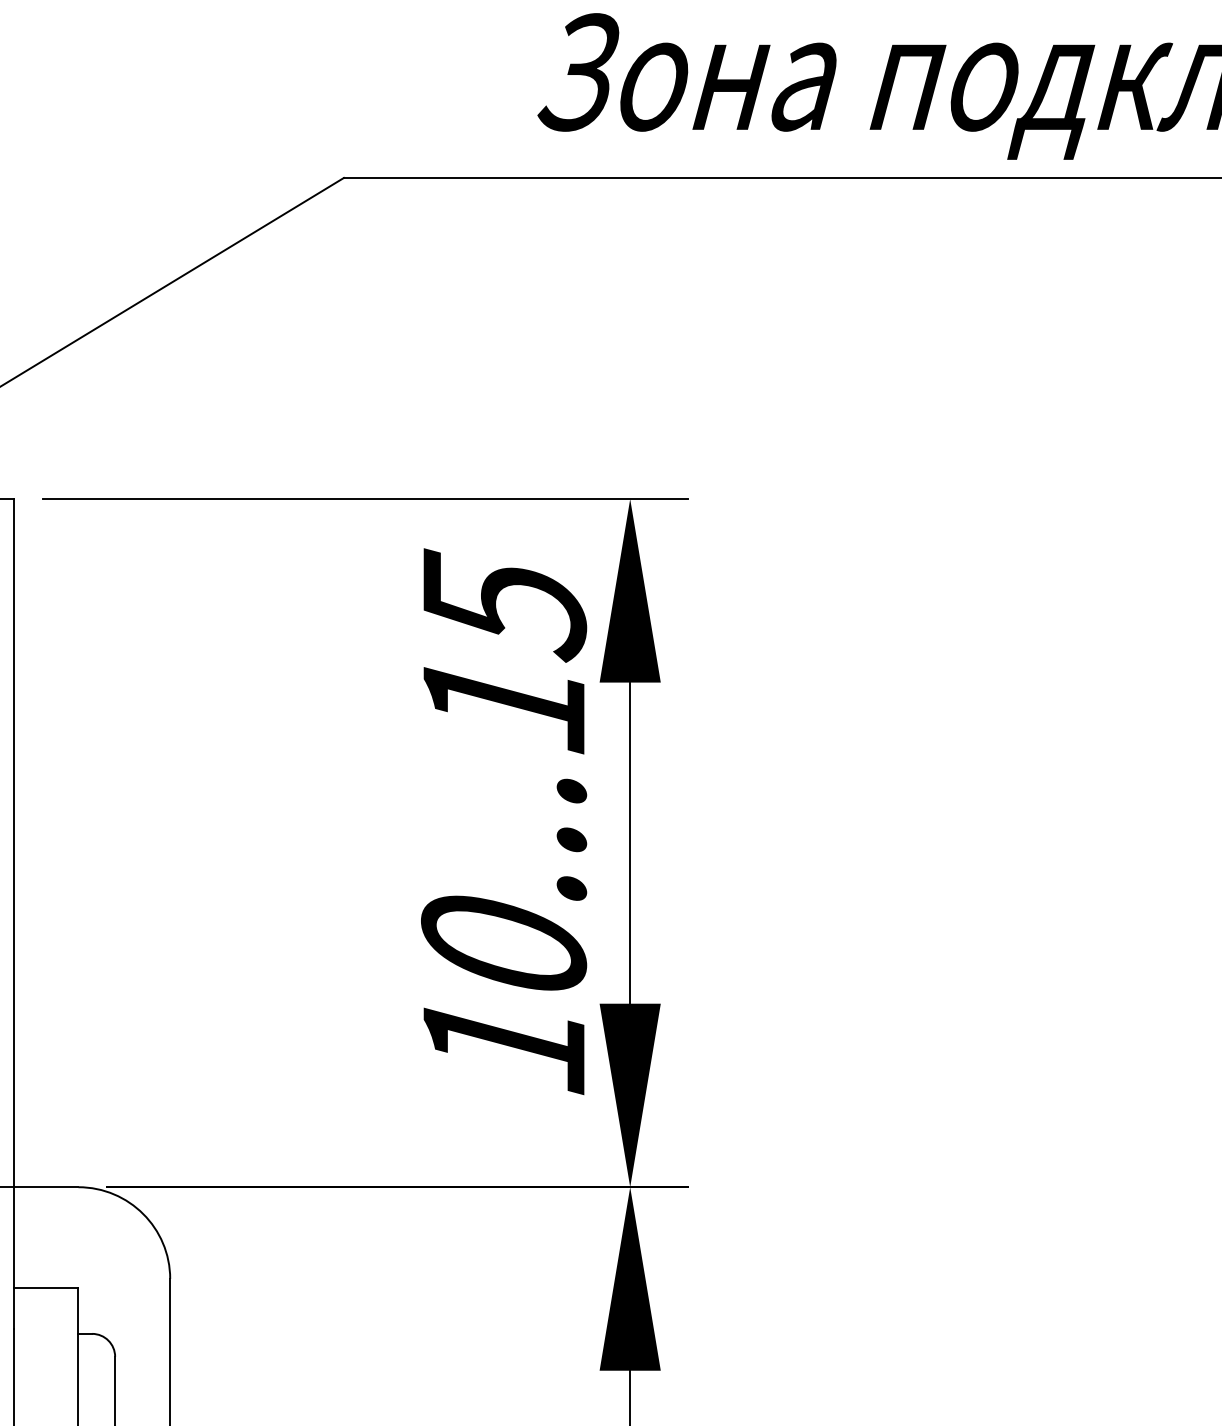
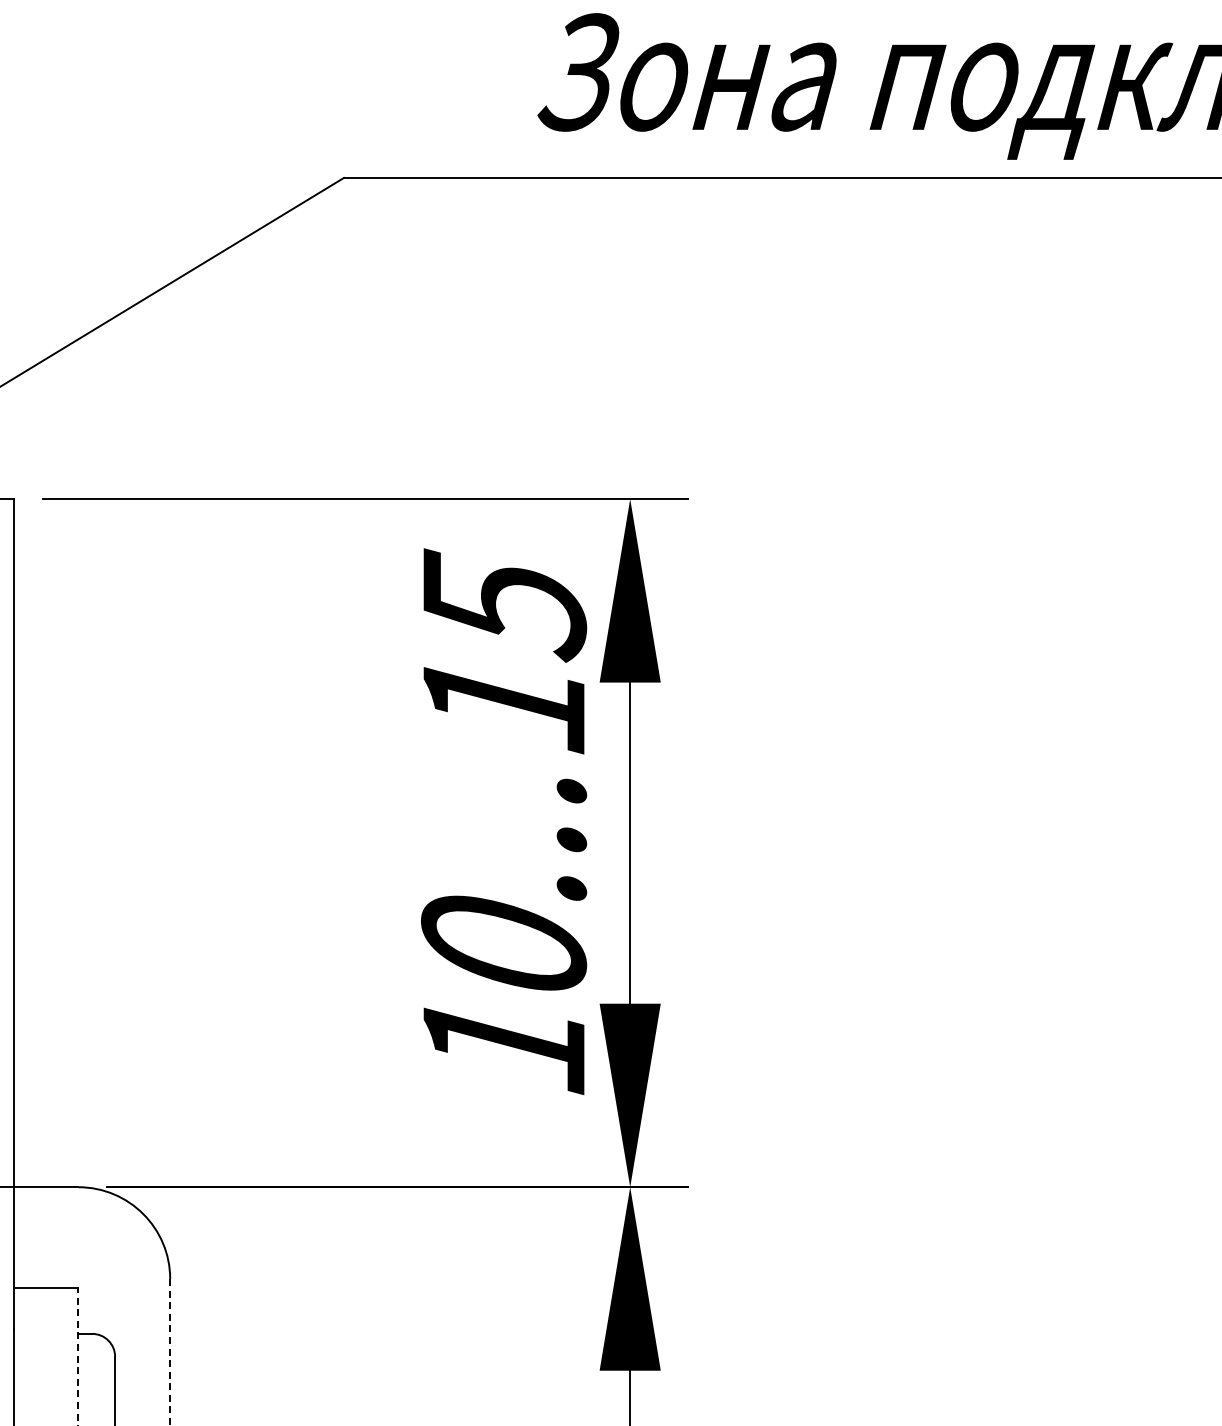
line at (170, 1352): solid -> dashed
line at (78, 1356): solid -> dashed
